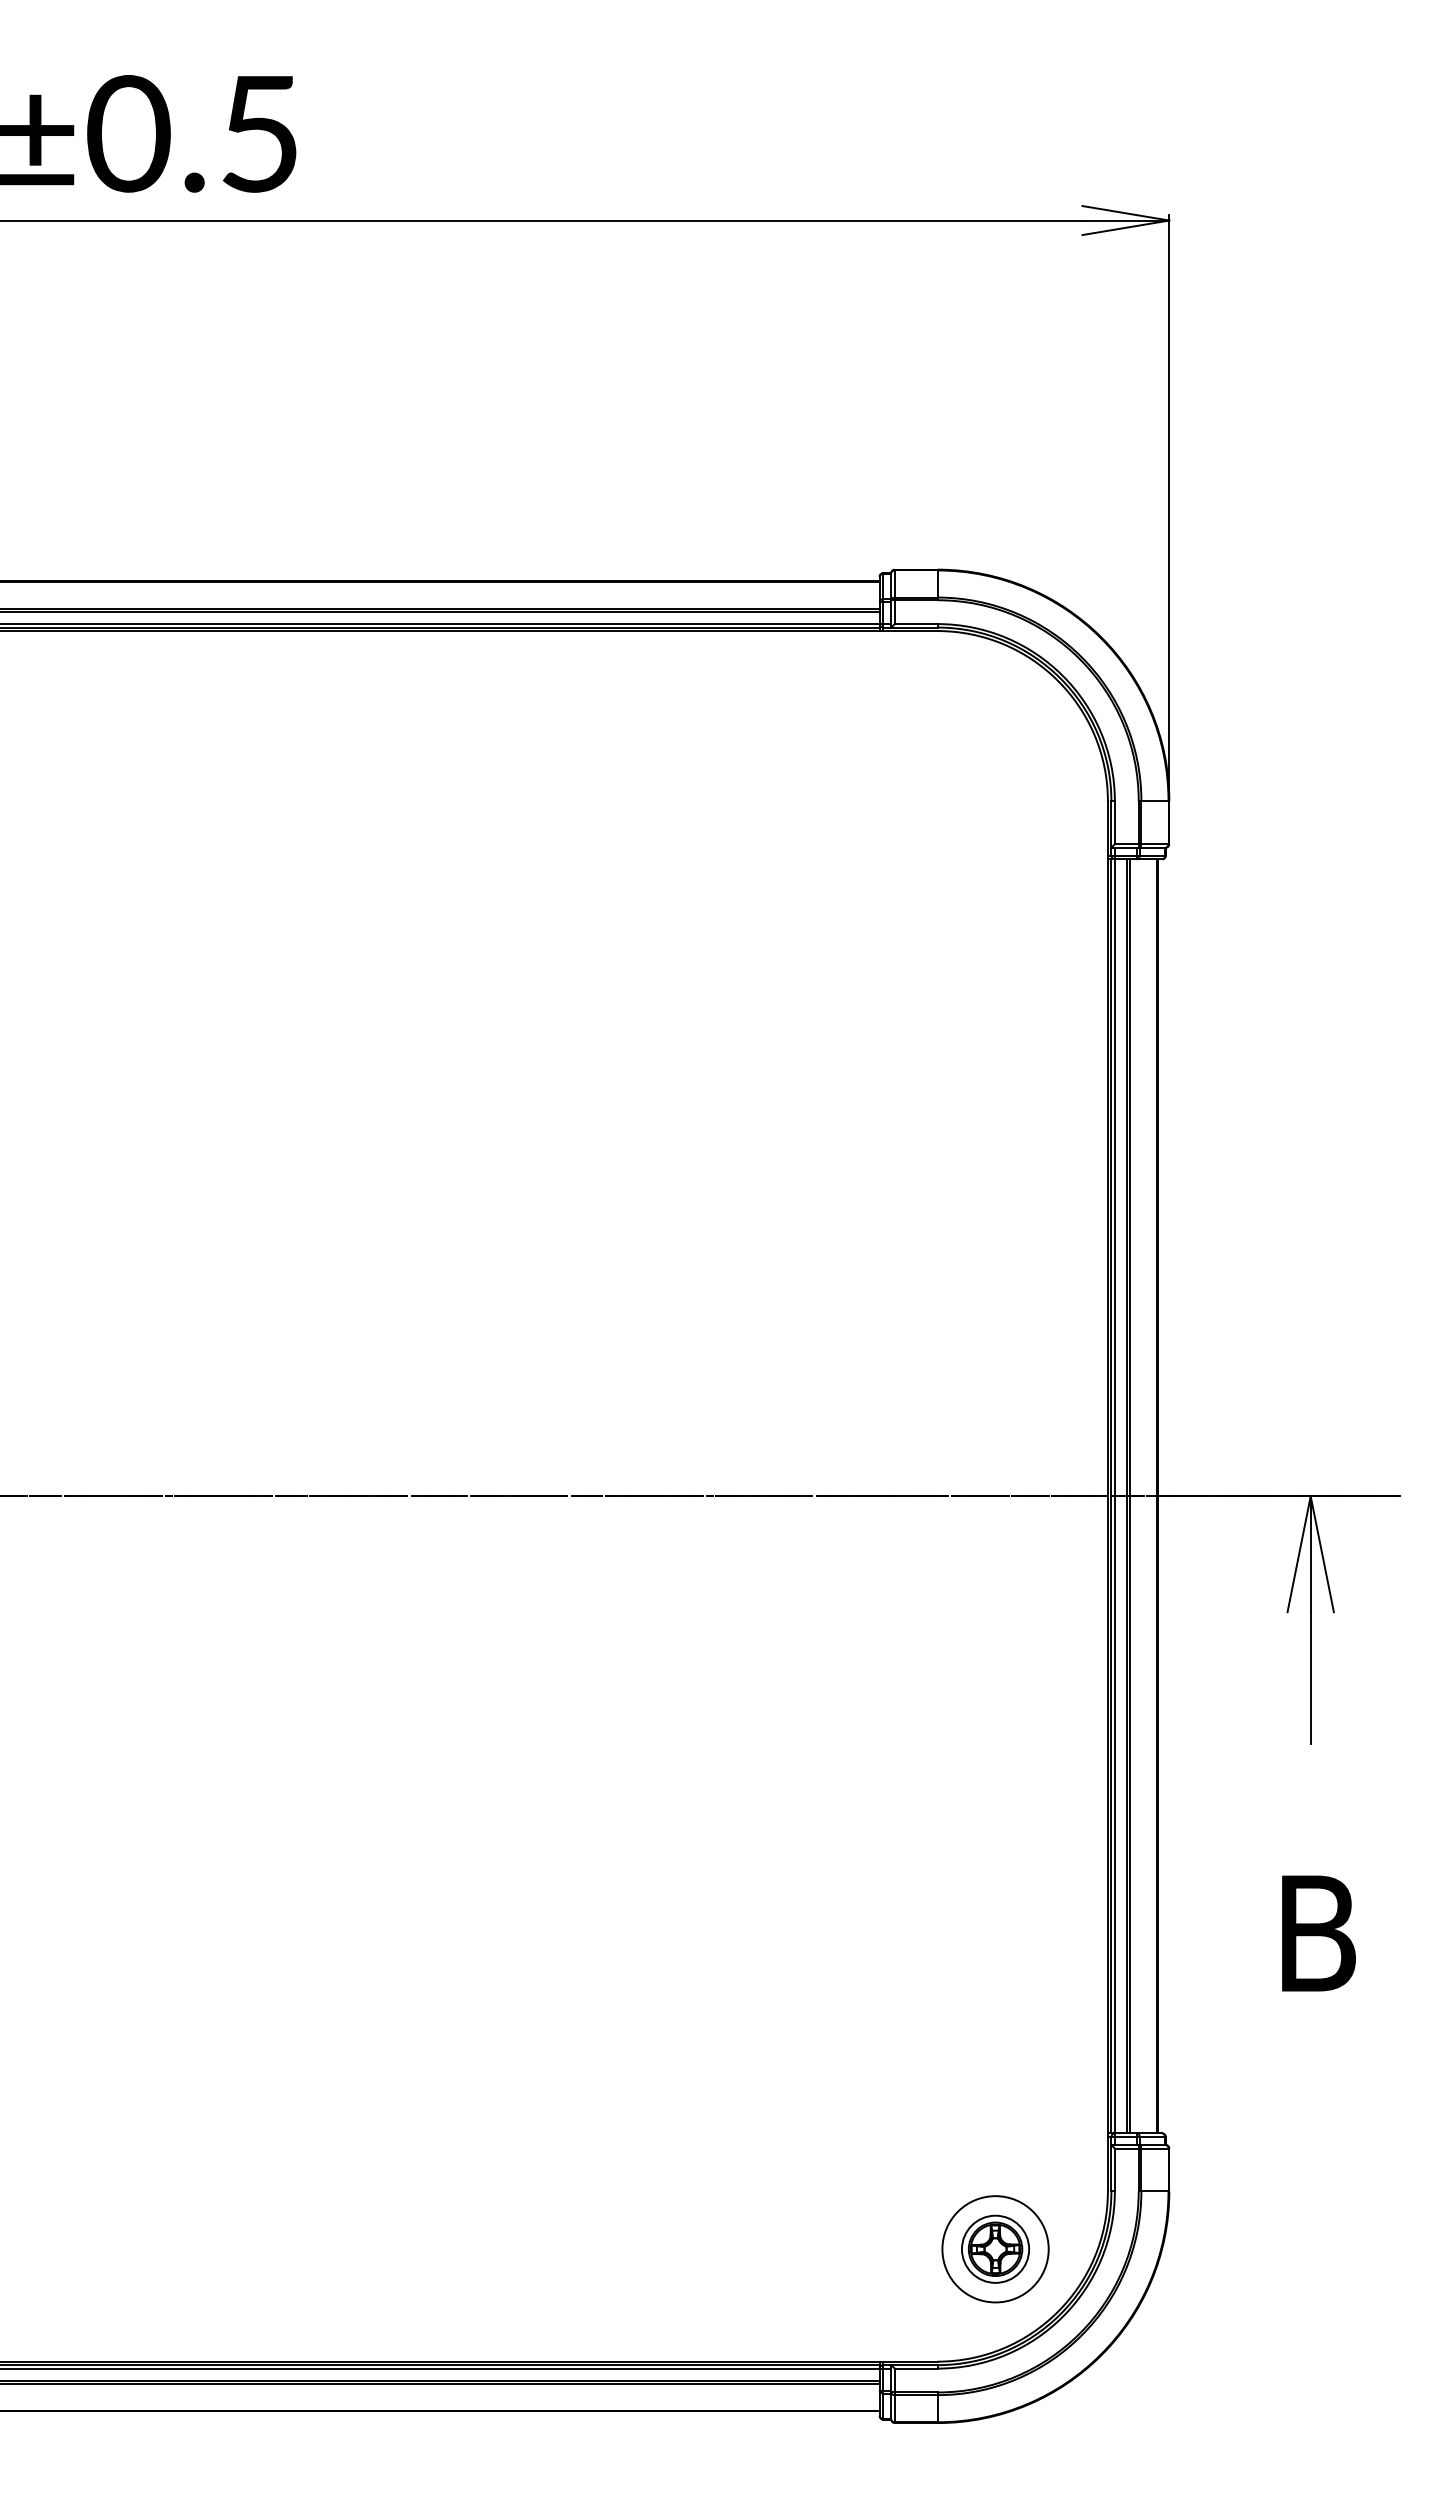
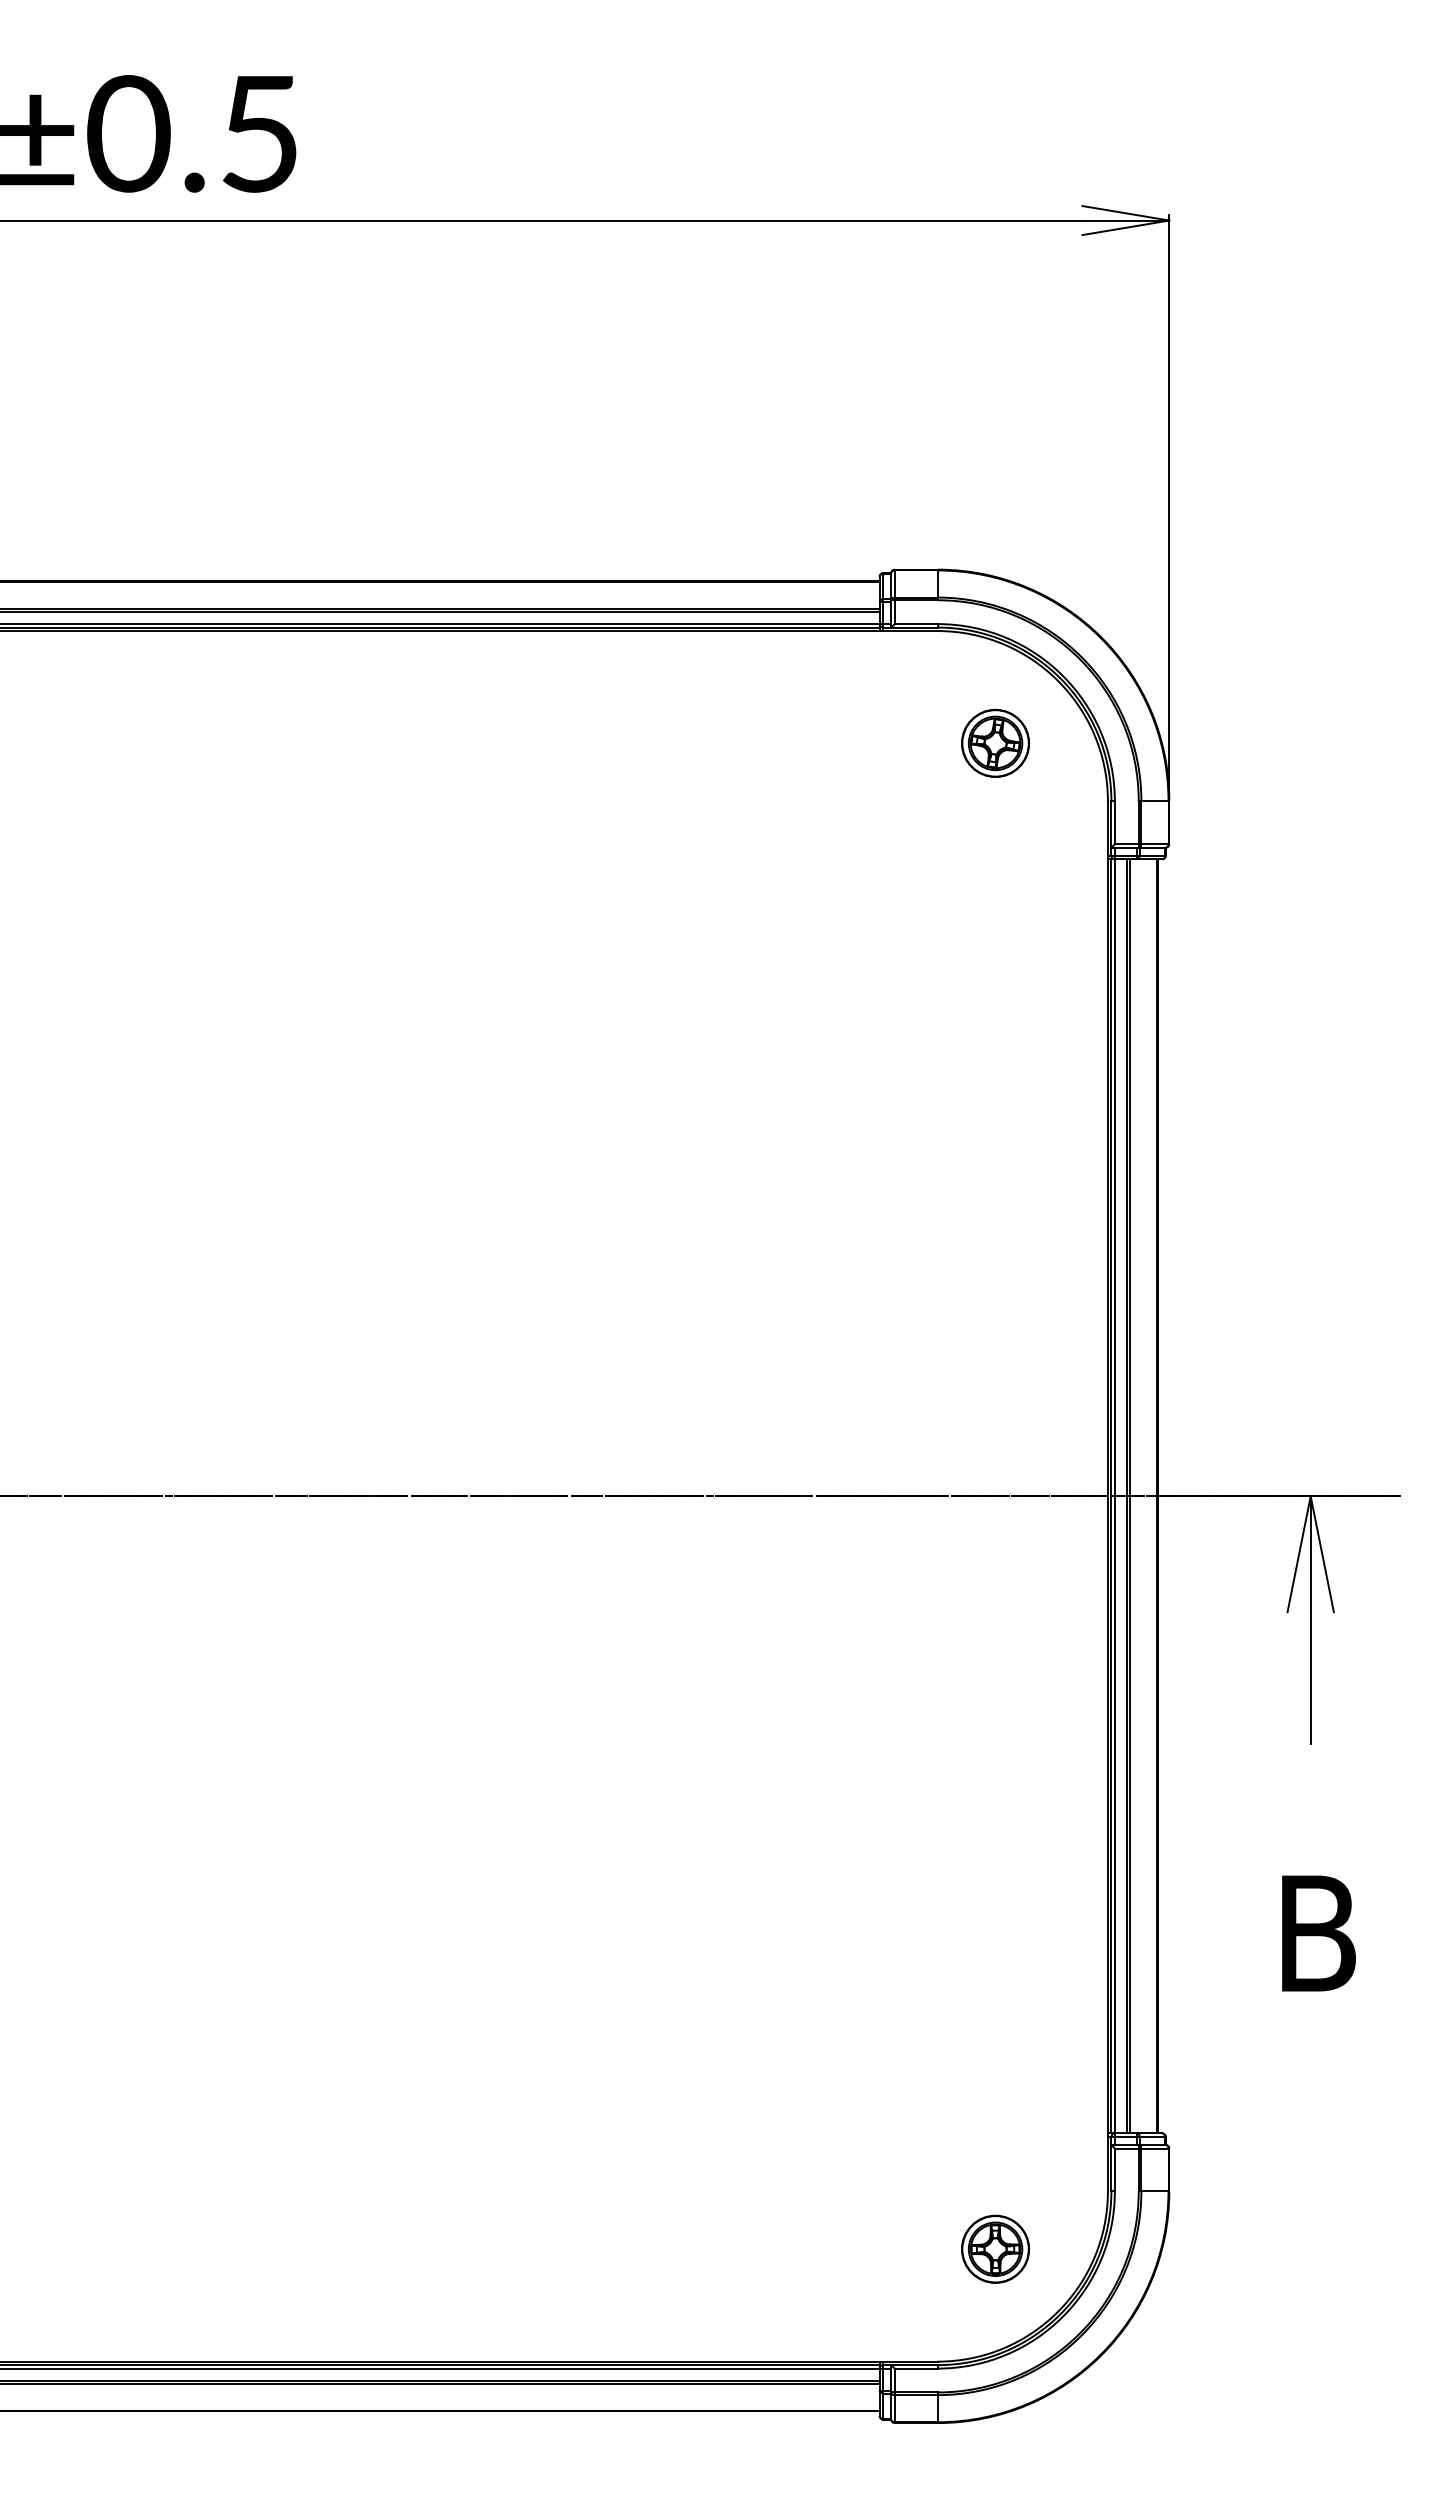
part at (995, 742): none -> present
circle at (995, 2249) diameter: 106 px -> 66 px
